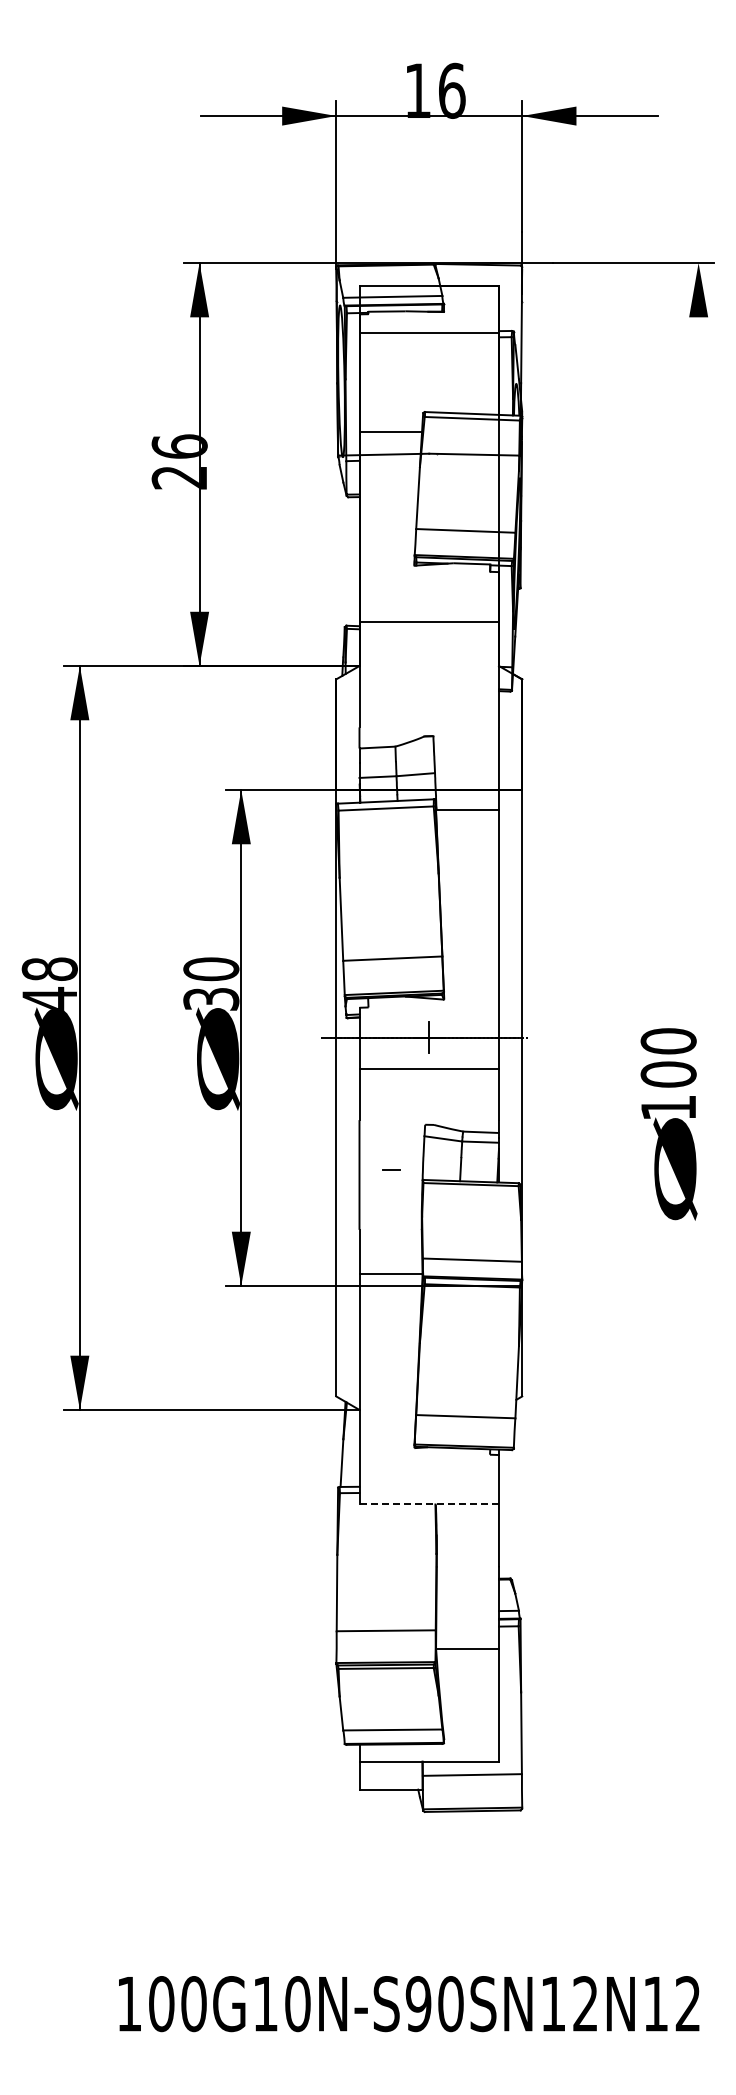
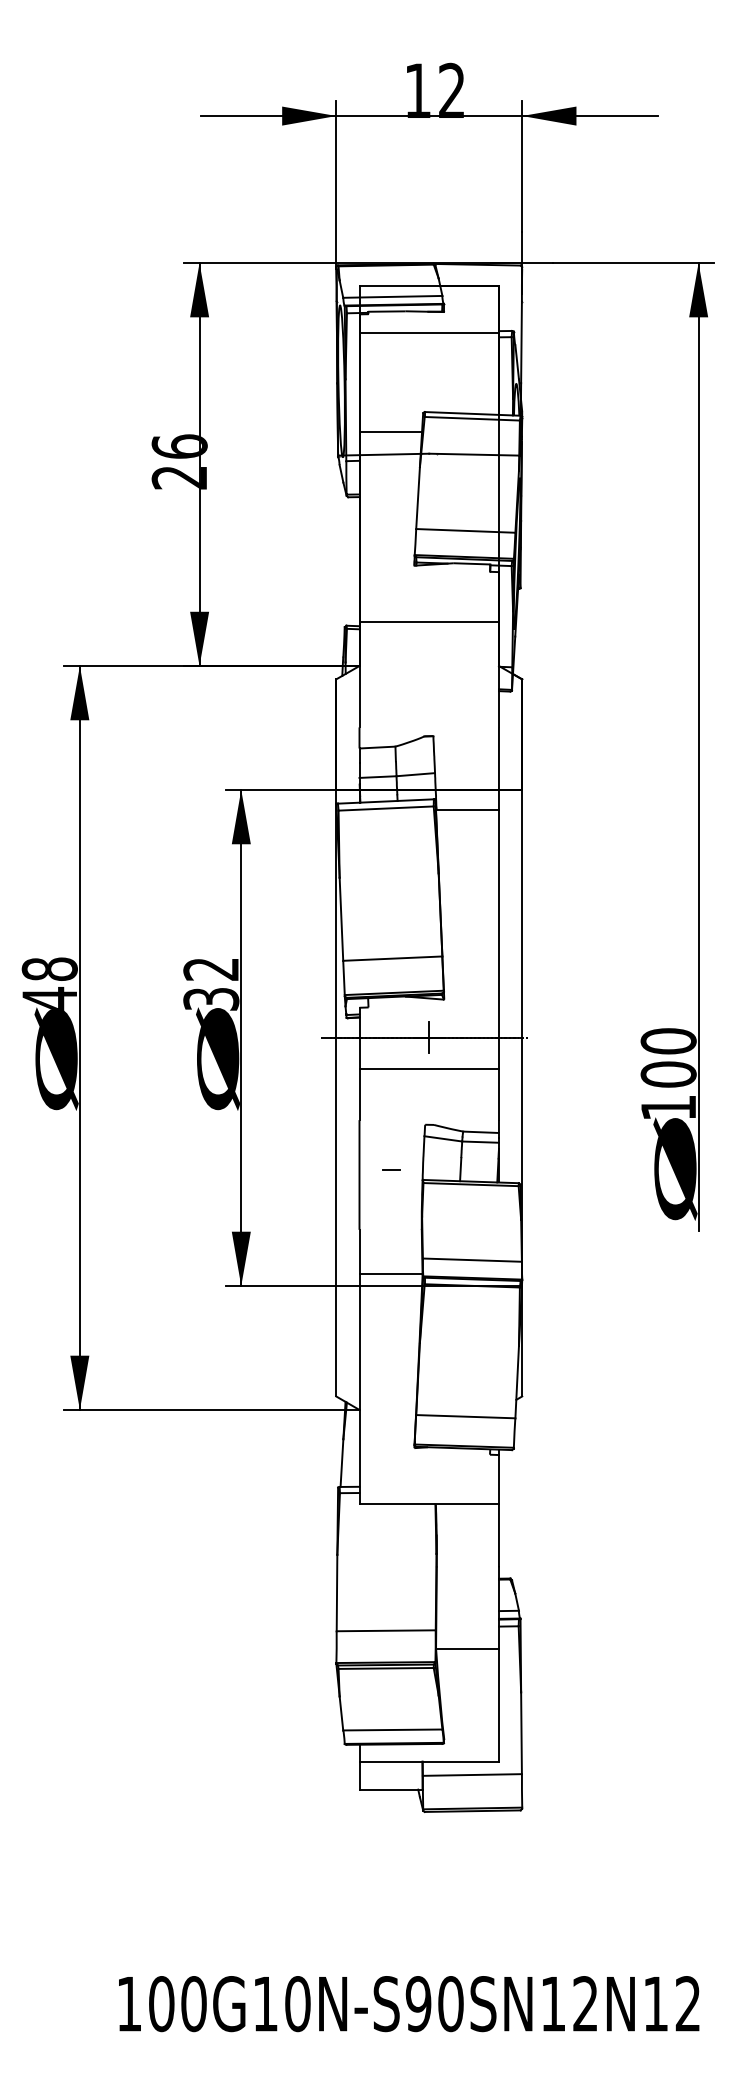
text at (452, 90): 16 -> 12
line at (698, 747): none -> present
text at (211, 969): 30 -> 32
line at (429, 1504): dashed -> solid
